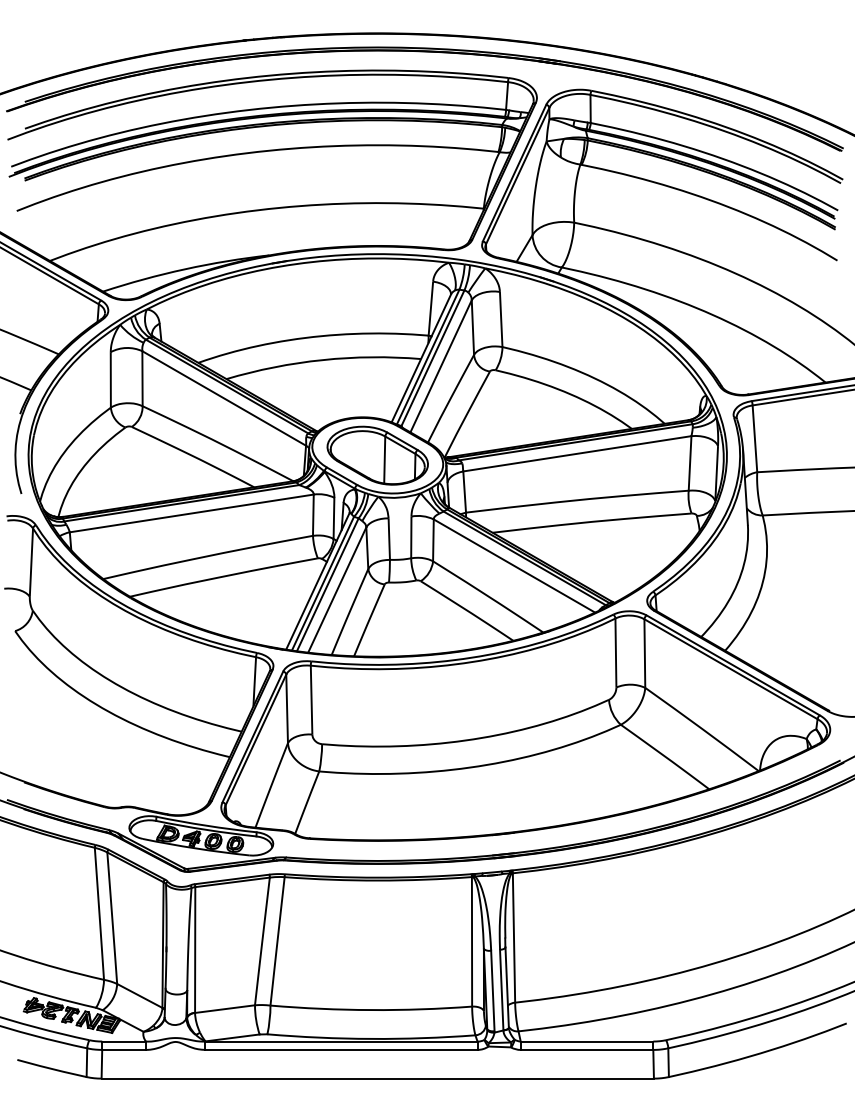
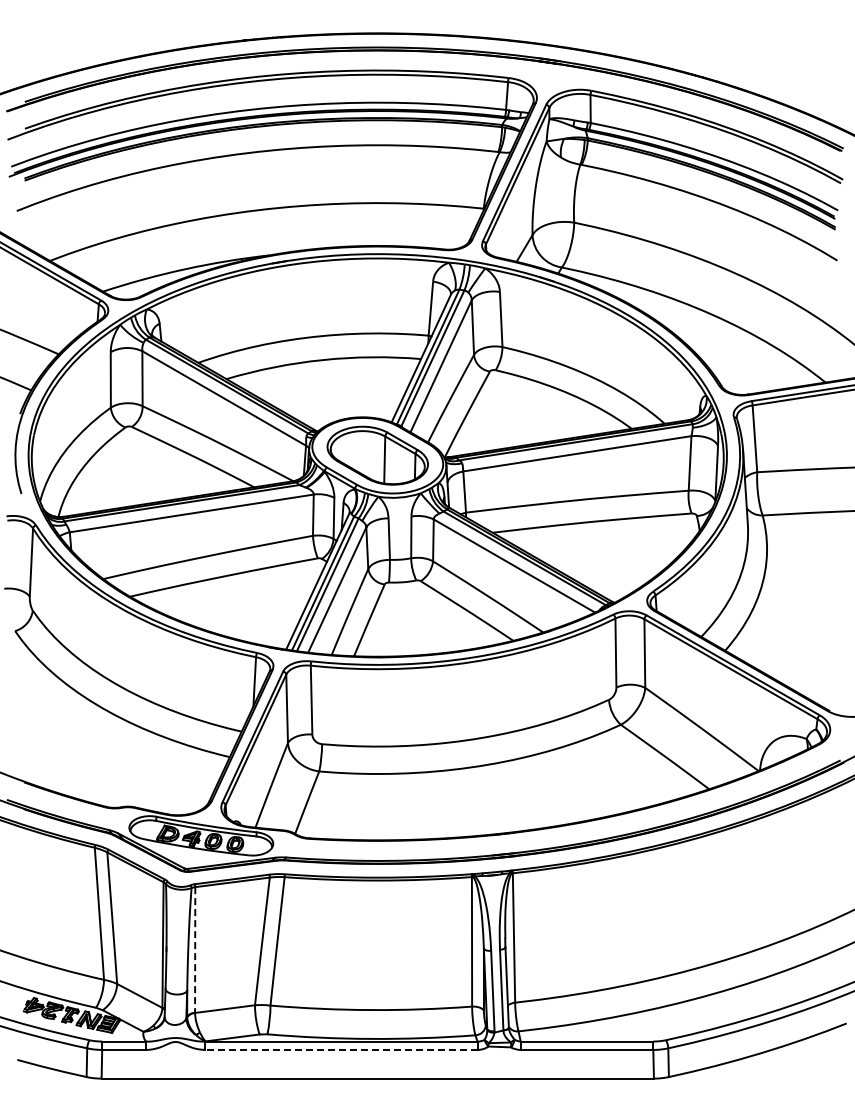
line at (195, 949): solid -> dashed
line at (340, 1049): solid -> dashed
